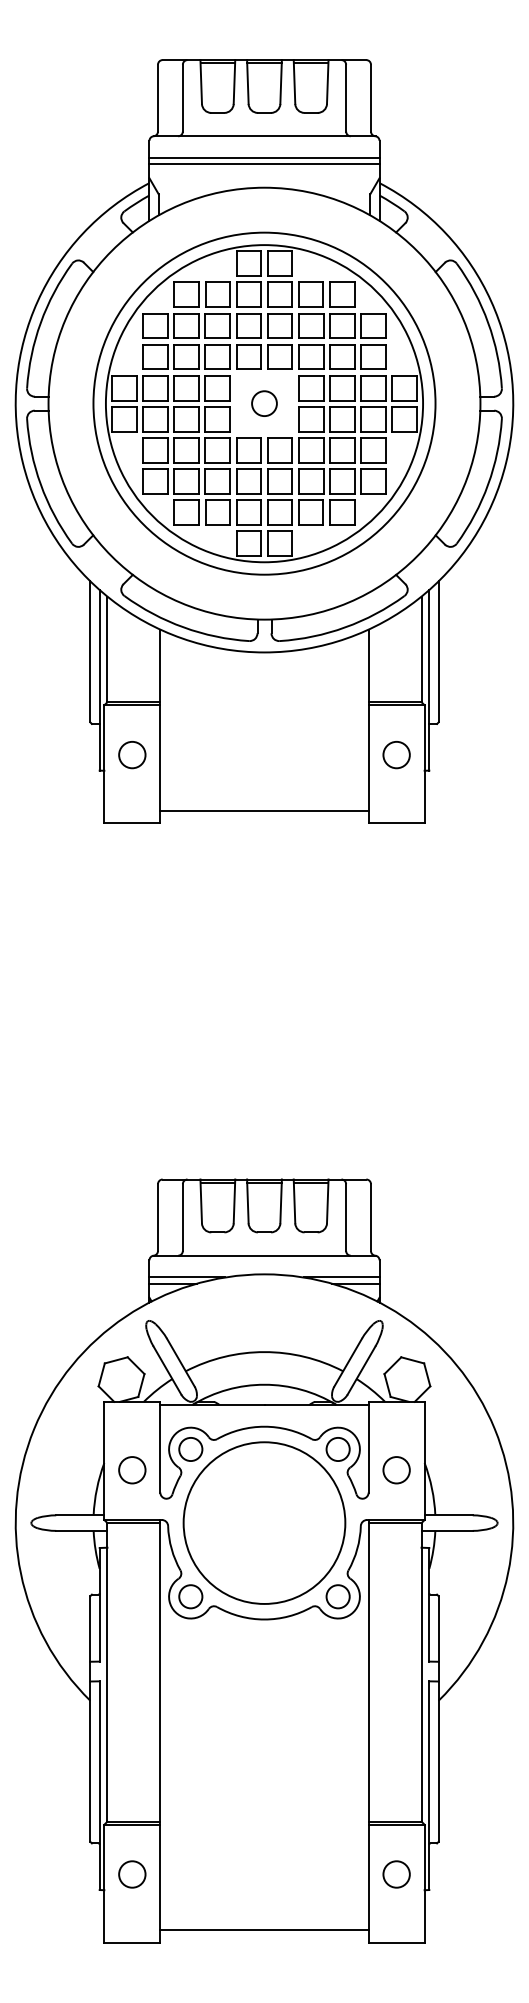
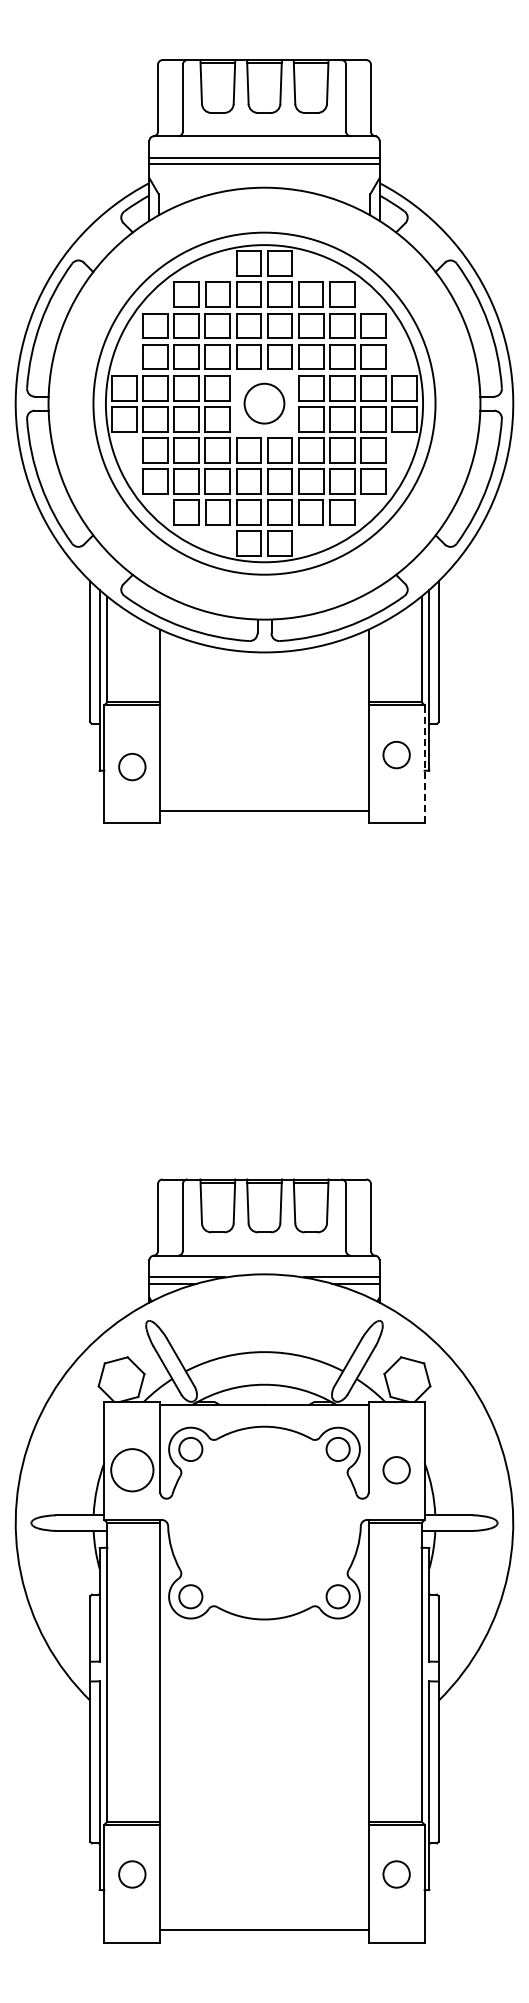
circle at (264, 403) diameter: 25 px -> 40 px
circle at (132, 755) position: (132, 755) -> (132, 767)
line at (424, 763): solid -> dashed
circle at (132, 1470) diameter: 26 px -> 42 px
circle at (264, 1522): present -> none
